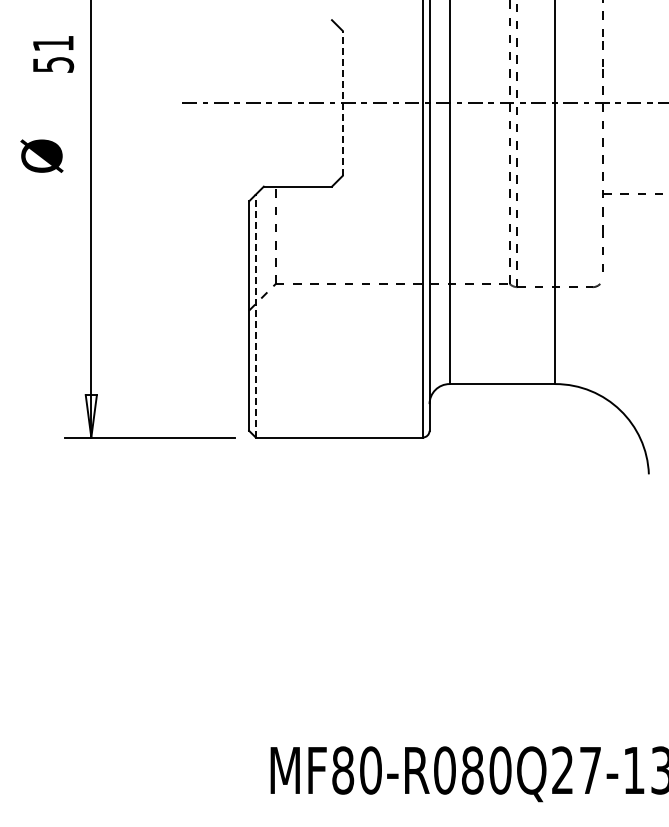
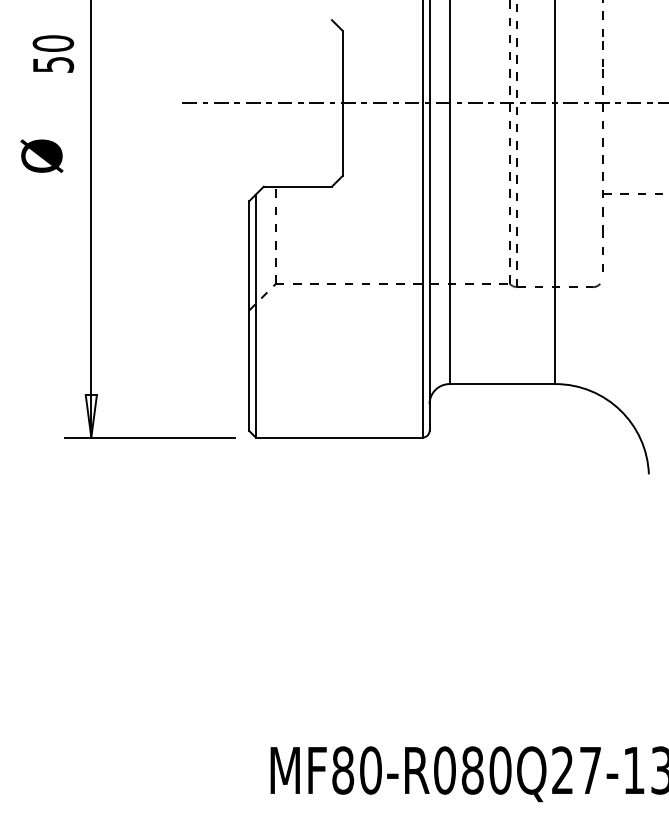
text at (53, 43): 51 -> 50
line at (342, 103): dashed -> solid
line at (255, 315): dashed -> solid
